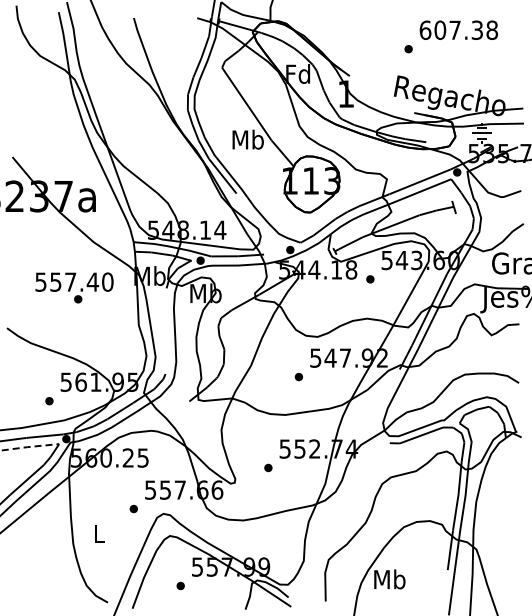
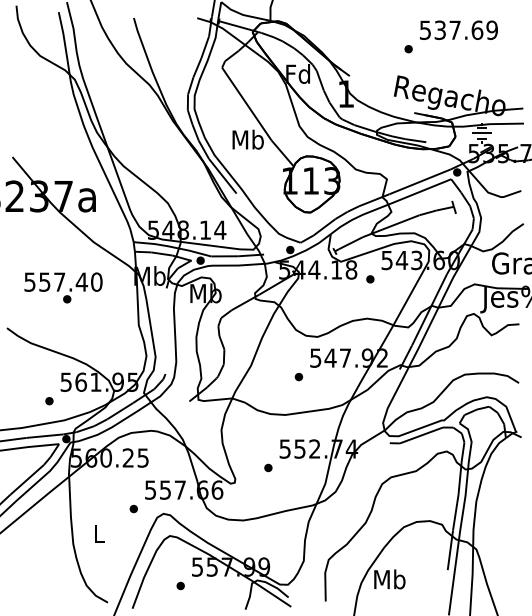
text at (458, 29): 607.38 -> 537.69
text at (74, 287) position: (74, 287) -> (63, 287)
line at (29, 446): dashed -> solid
